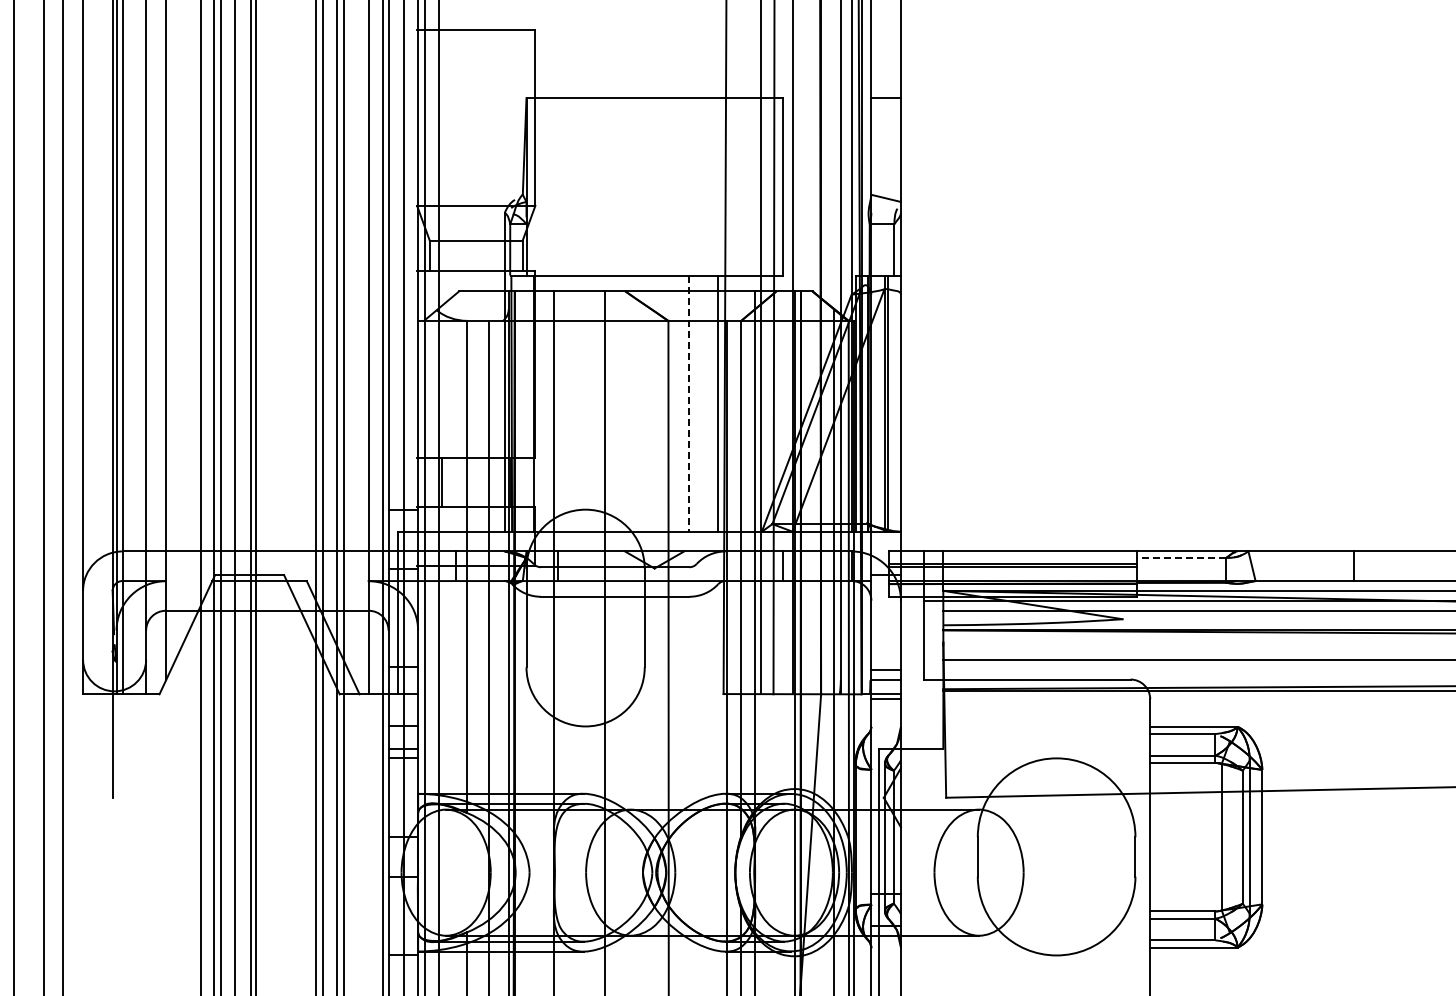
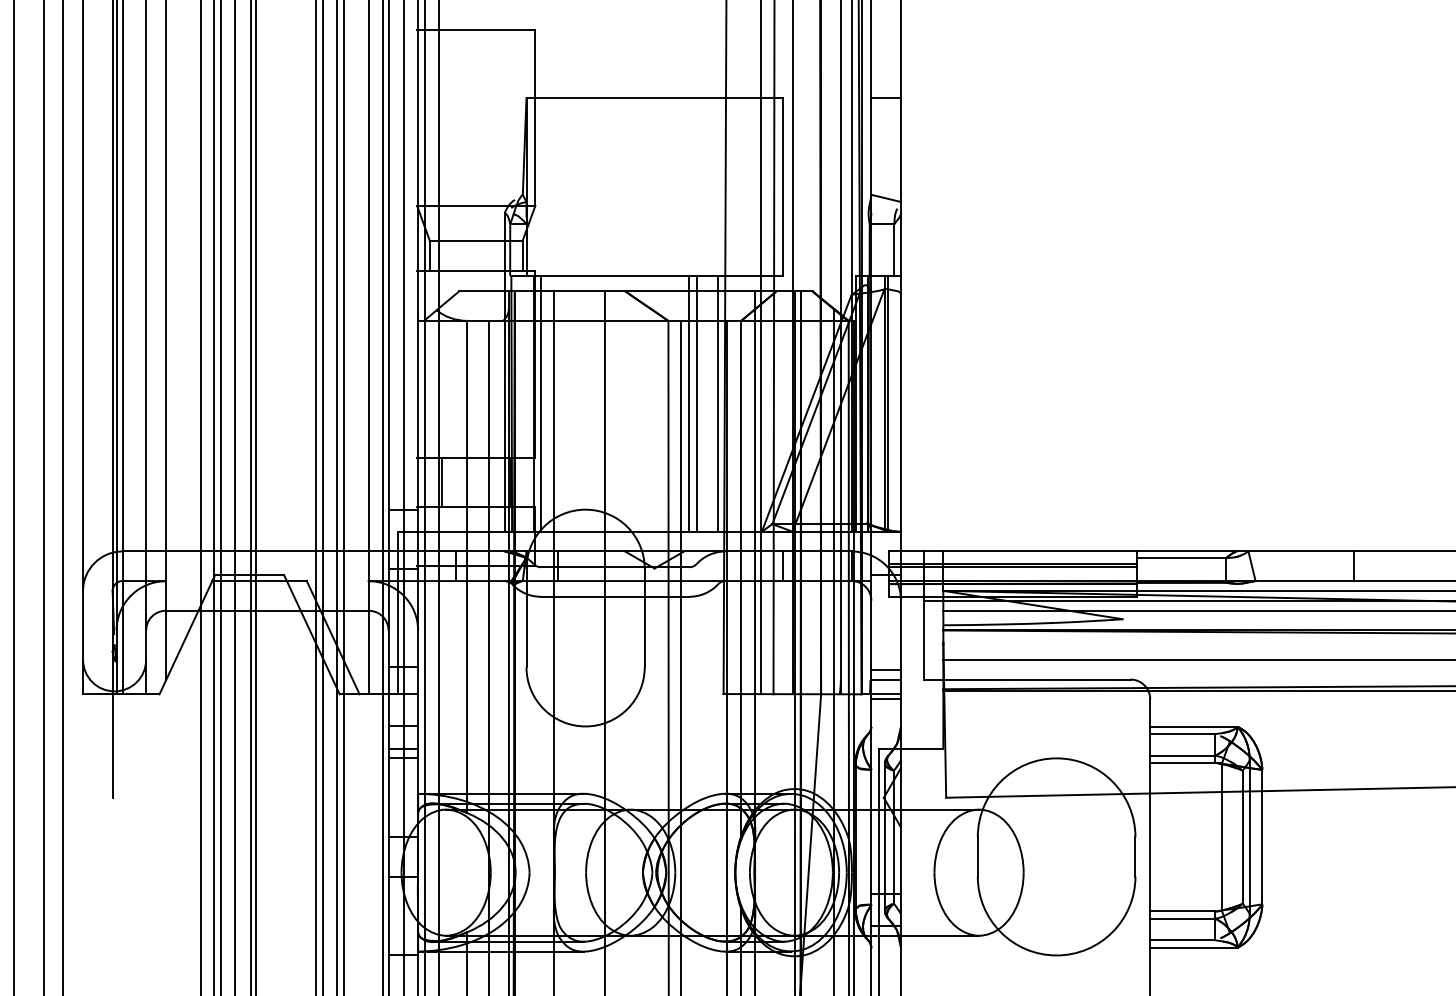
line at (540, 403): none -> present
line at (696, 403): none -> present
line at (689, 404): dashed -> solid
line at (1181, 557): dashed -> solid
line at (681, 656): none -> present
